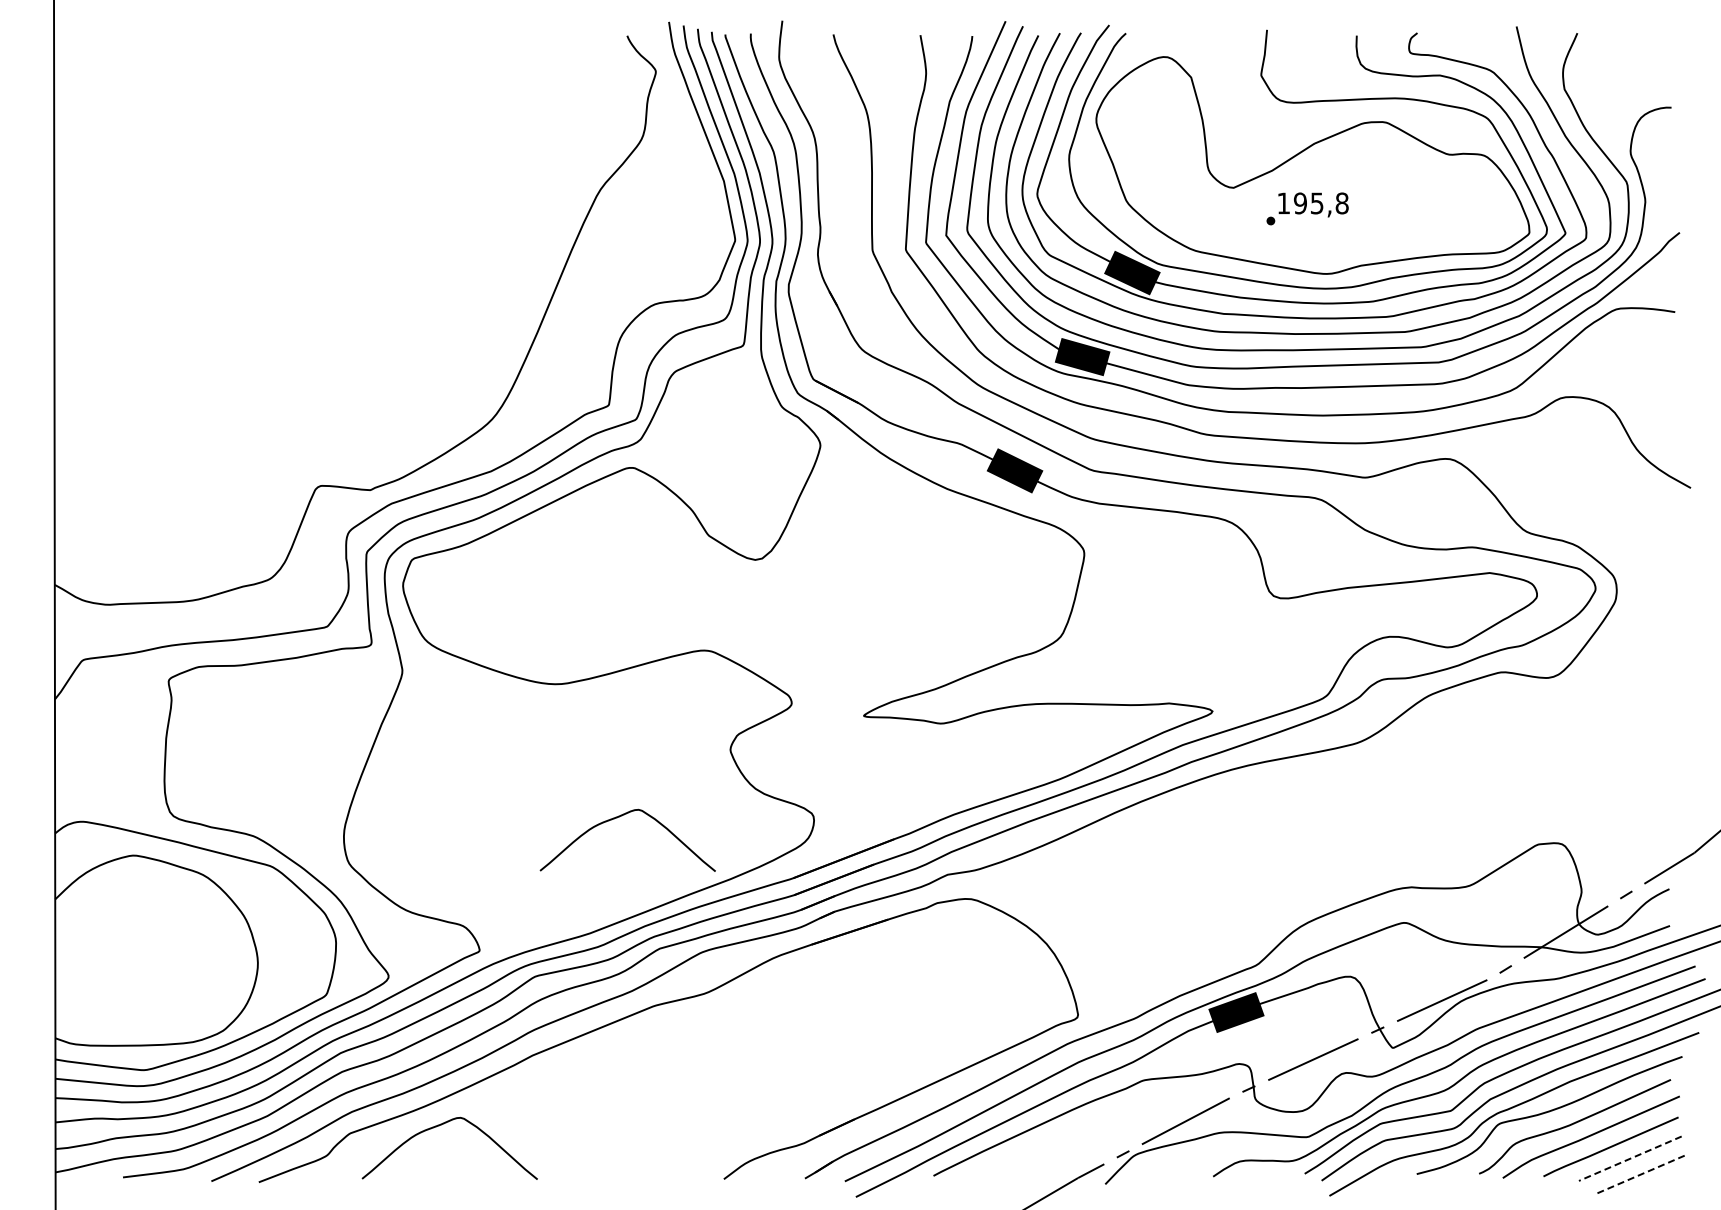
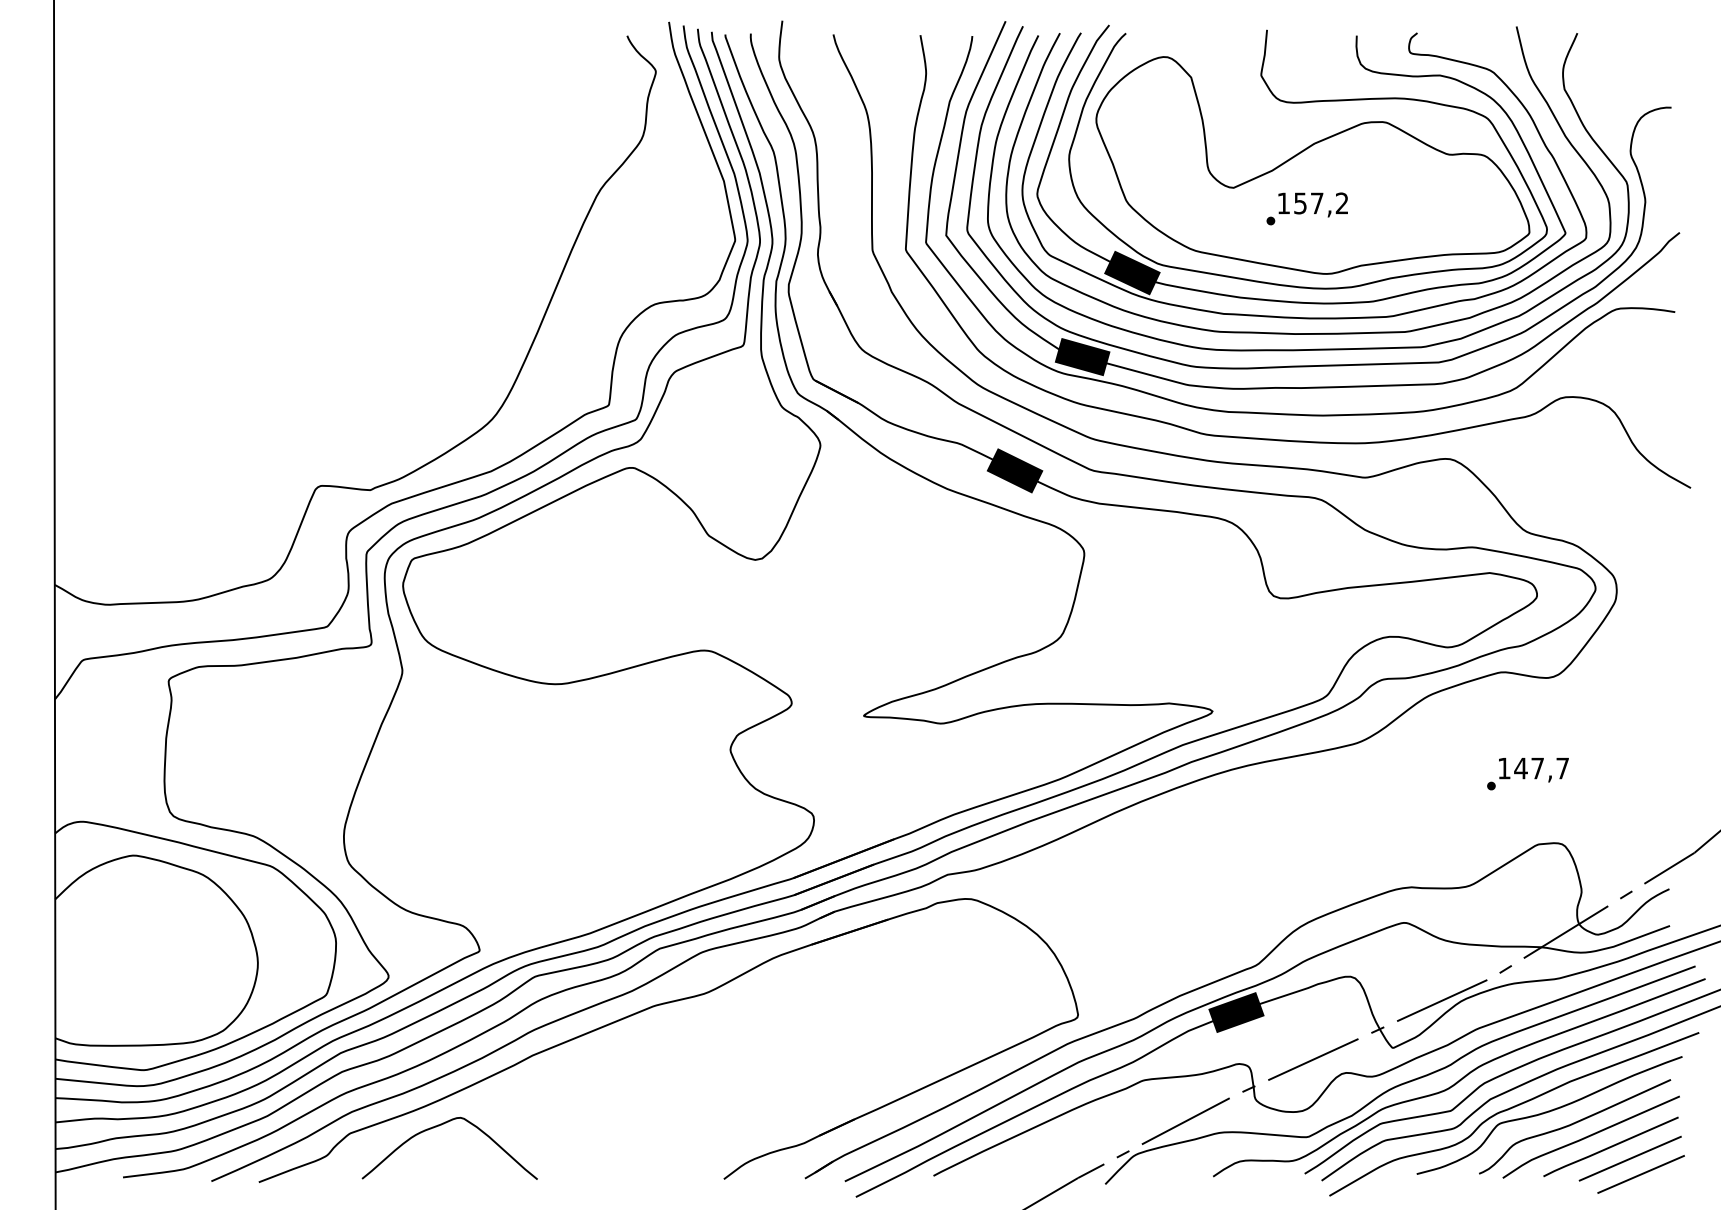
text at (1320, 203): 195,8 -> 157,2
part at (1527, 774): none -> present
curve at (617, 818): present -> none
line at (1630, 1158): dashed -> solid
line at (1641, 1174): dashed -> solid
